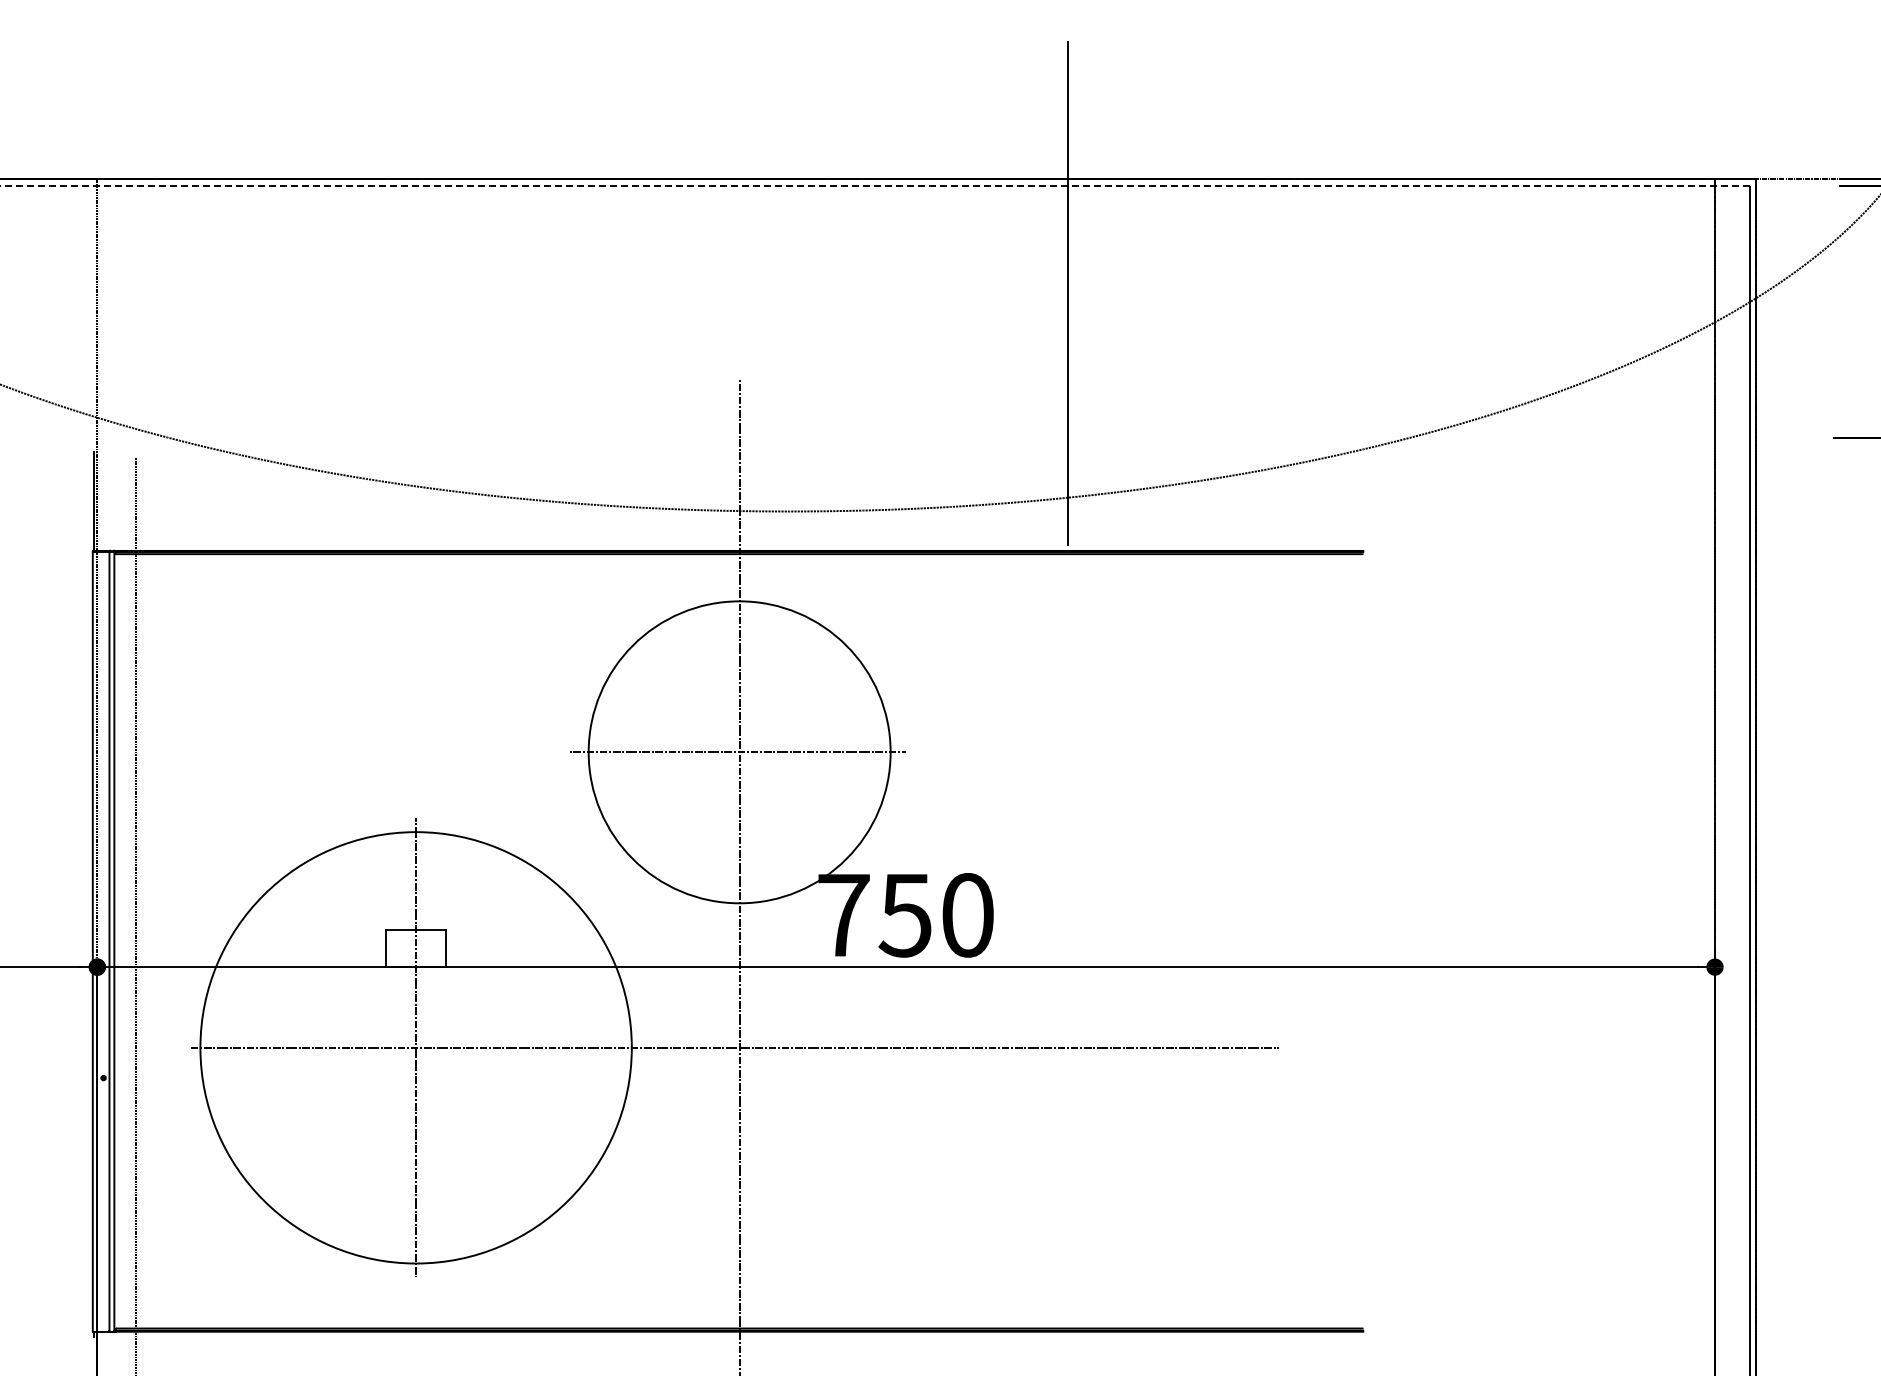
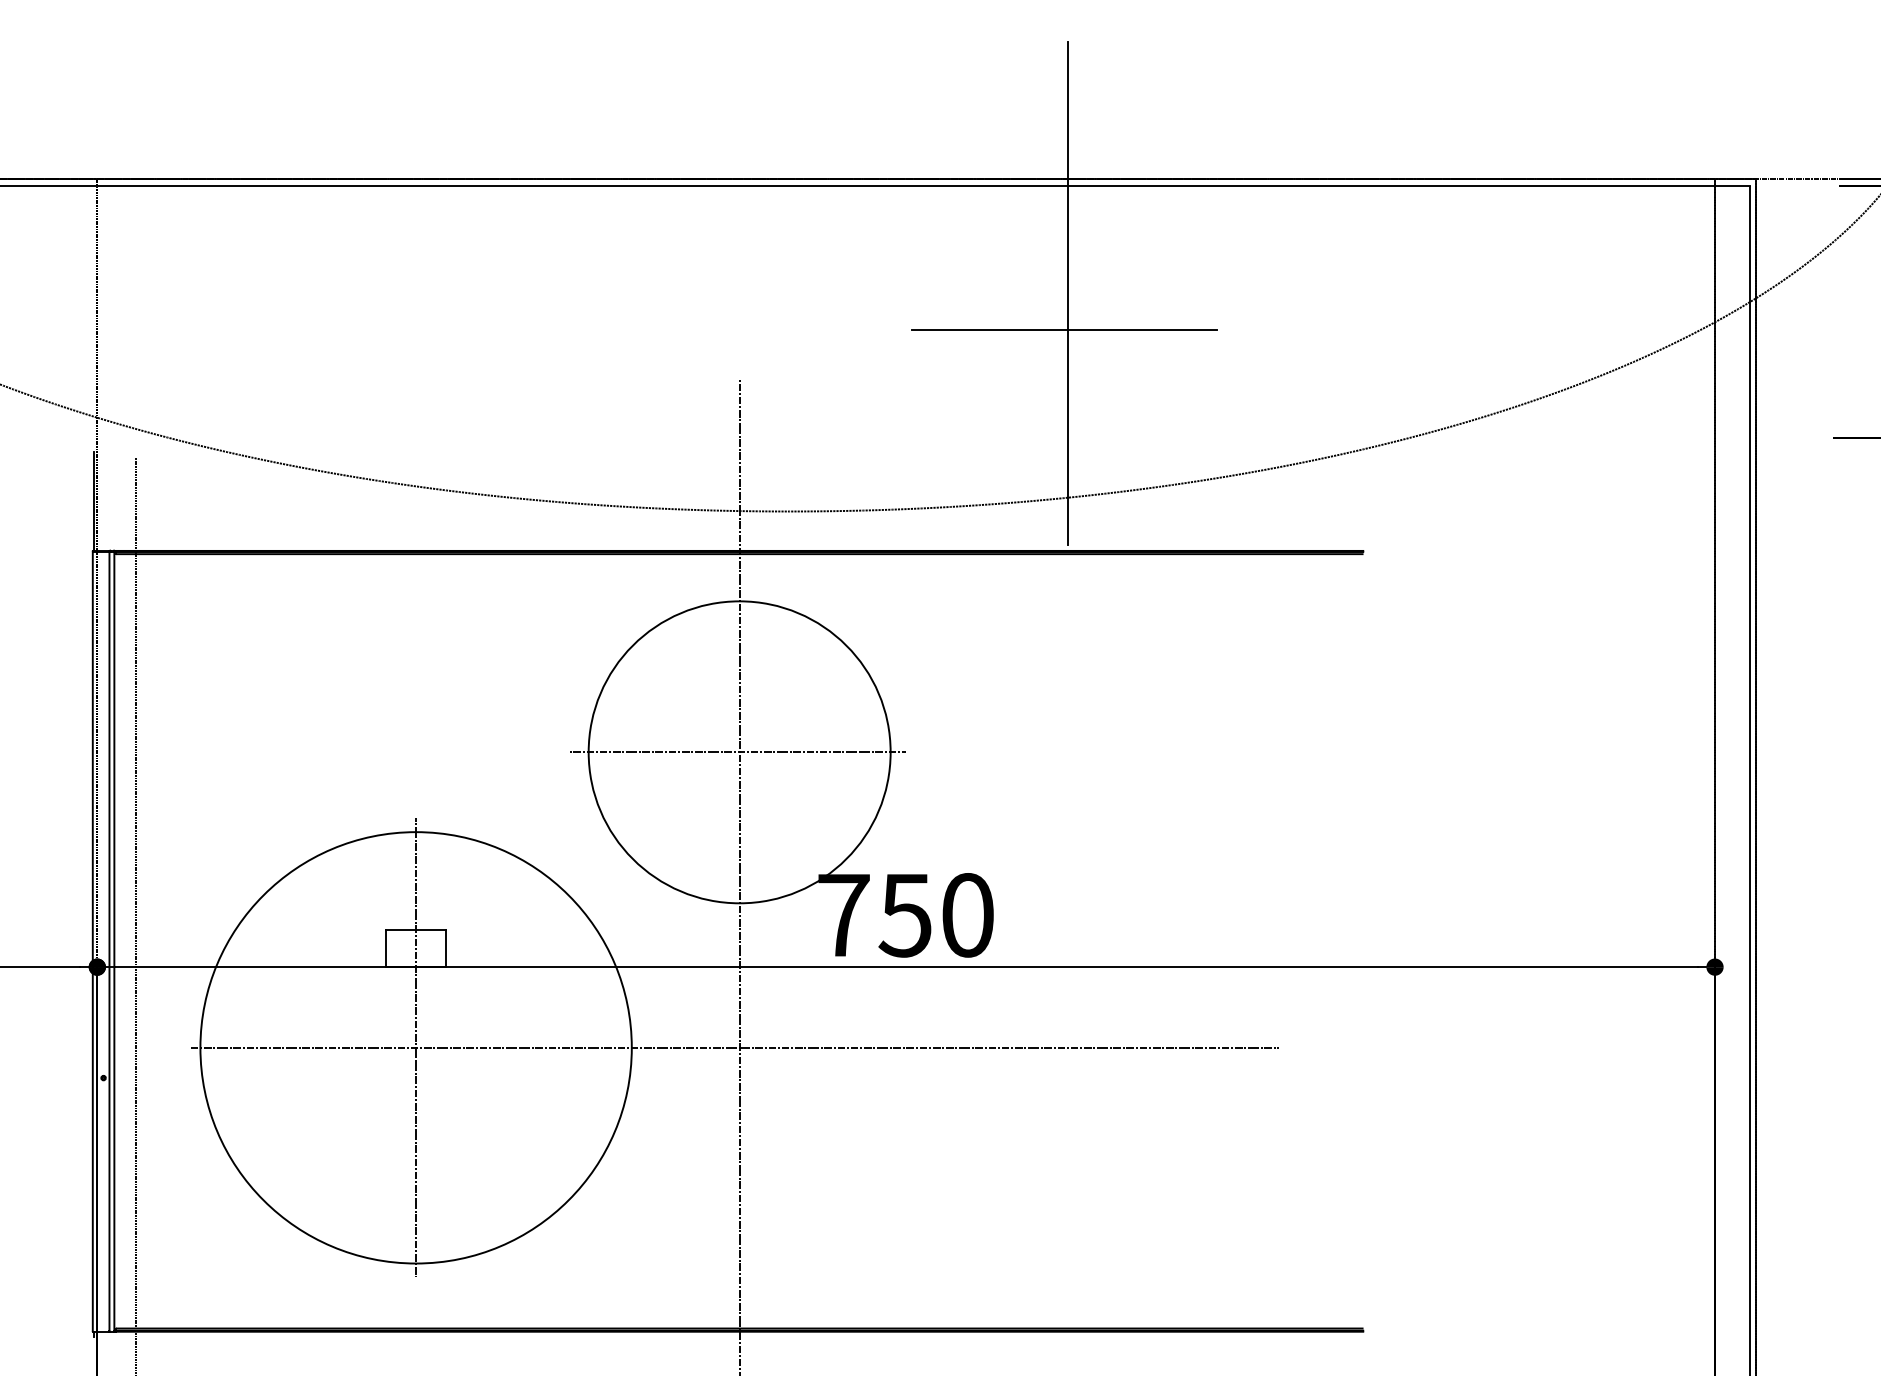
line at (874, 185): dashed -> solid
line at (1064, 330): none -> present
